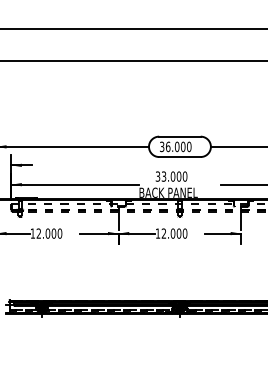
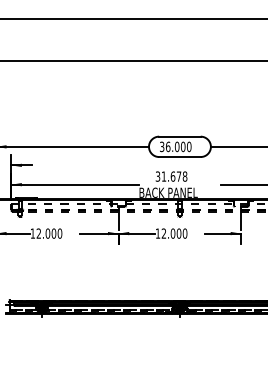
line at (133, 28) position: (133, 28) -> (133, 18)
text at (174, 176): 33.000 -> 31.678
